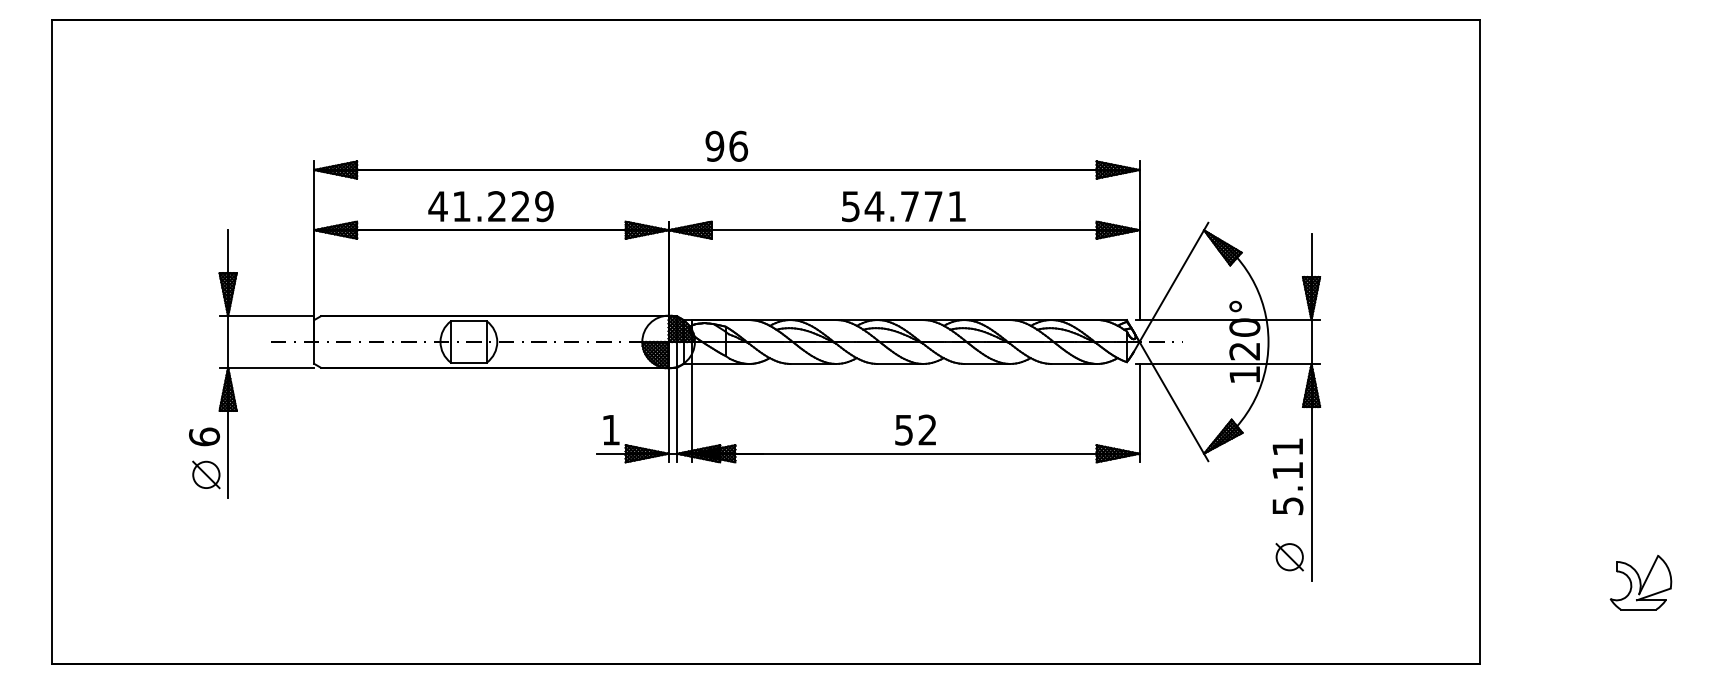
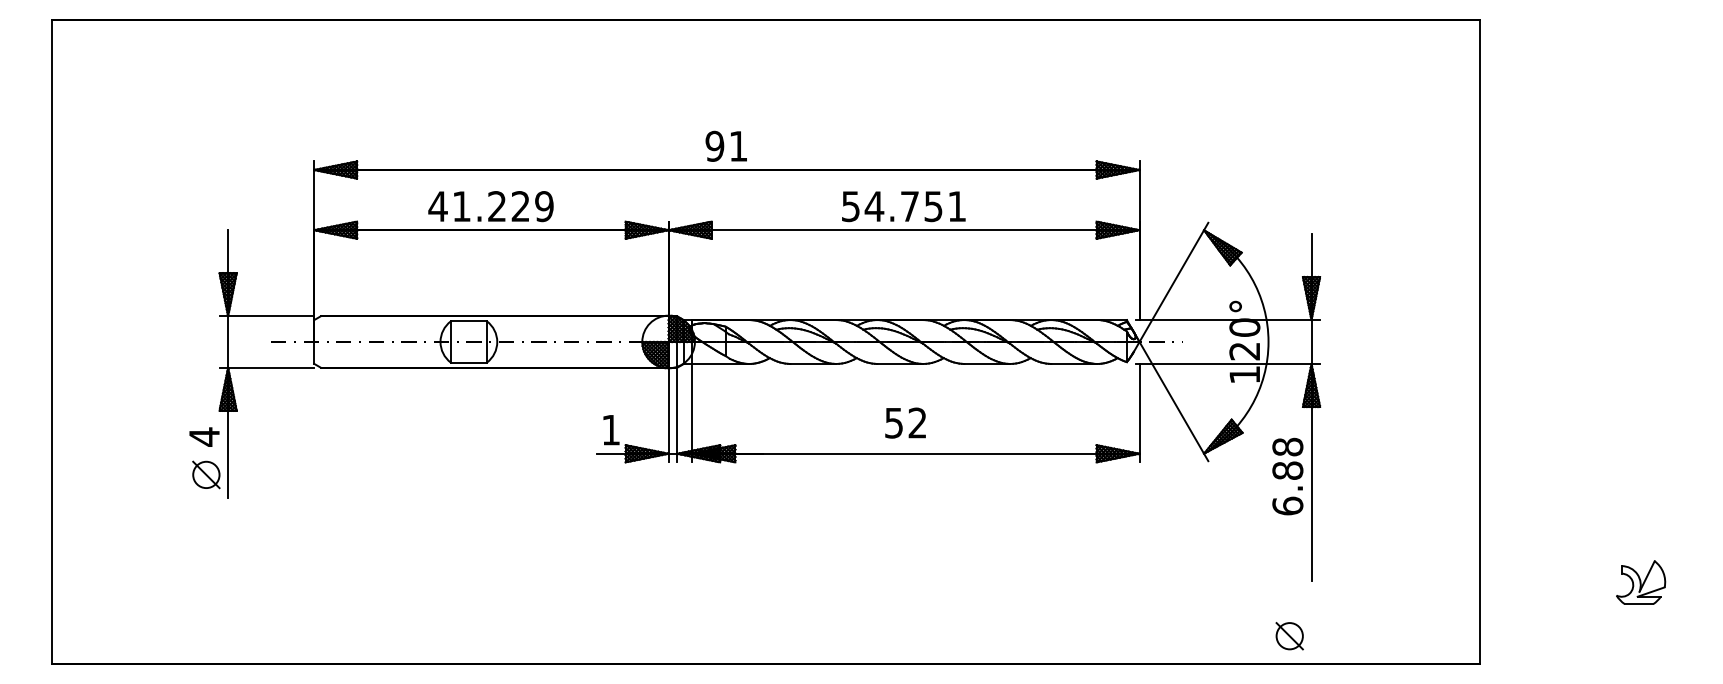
text at (738, 145): 96 -> 91
text at (933, 206): 54.771 -> 54.751
text at (915, 429) position: (915, 429) -> (905, 422)
text at (204, 436): 6 -> 4
text at (1287, 476): 5.11 -> 6.88
part at (1289, 557) position: (1289, 557) -> (1289, 636)
part at (1640, 582) size: 64x57 px -> 51x45 px
